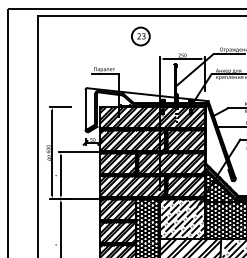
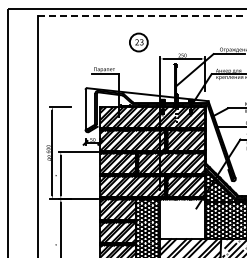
line at (143, 16): solid -> dashed
part at (140, 36) position: (140, 36) -> (138, 42)
hatch at (182, 218): present -> none
